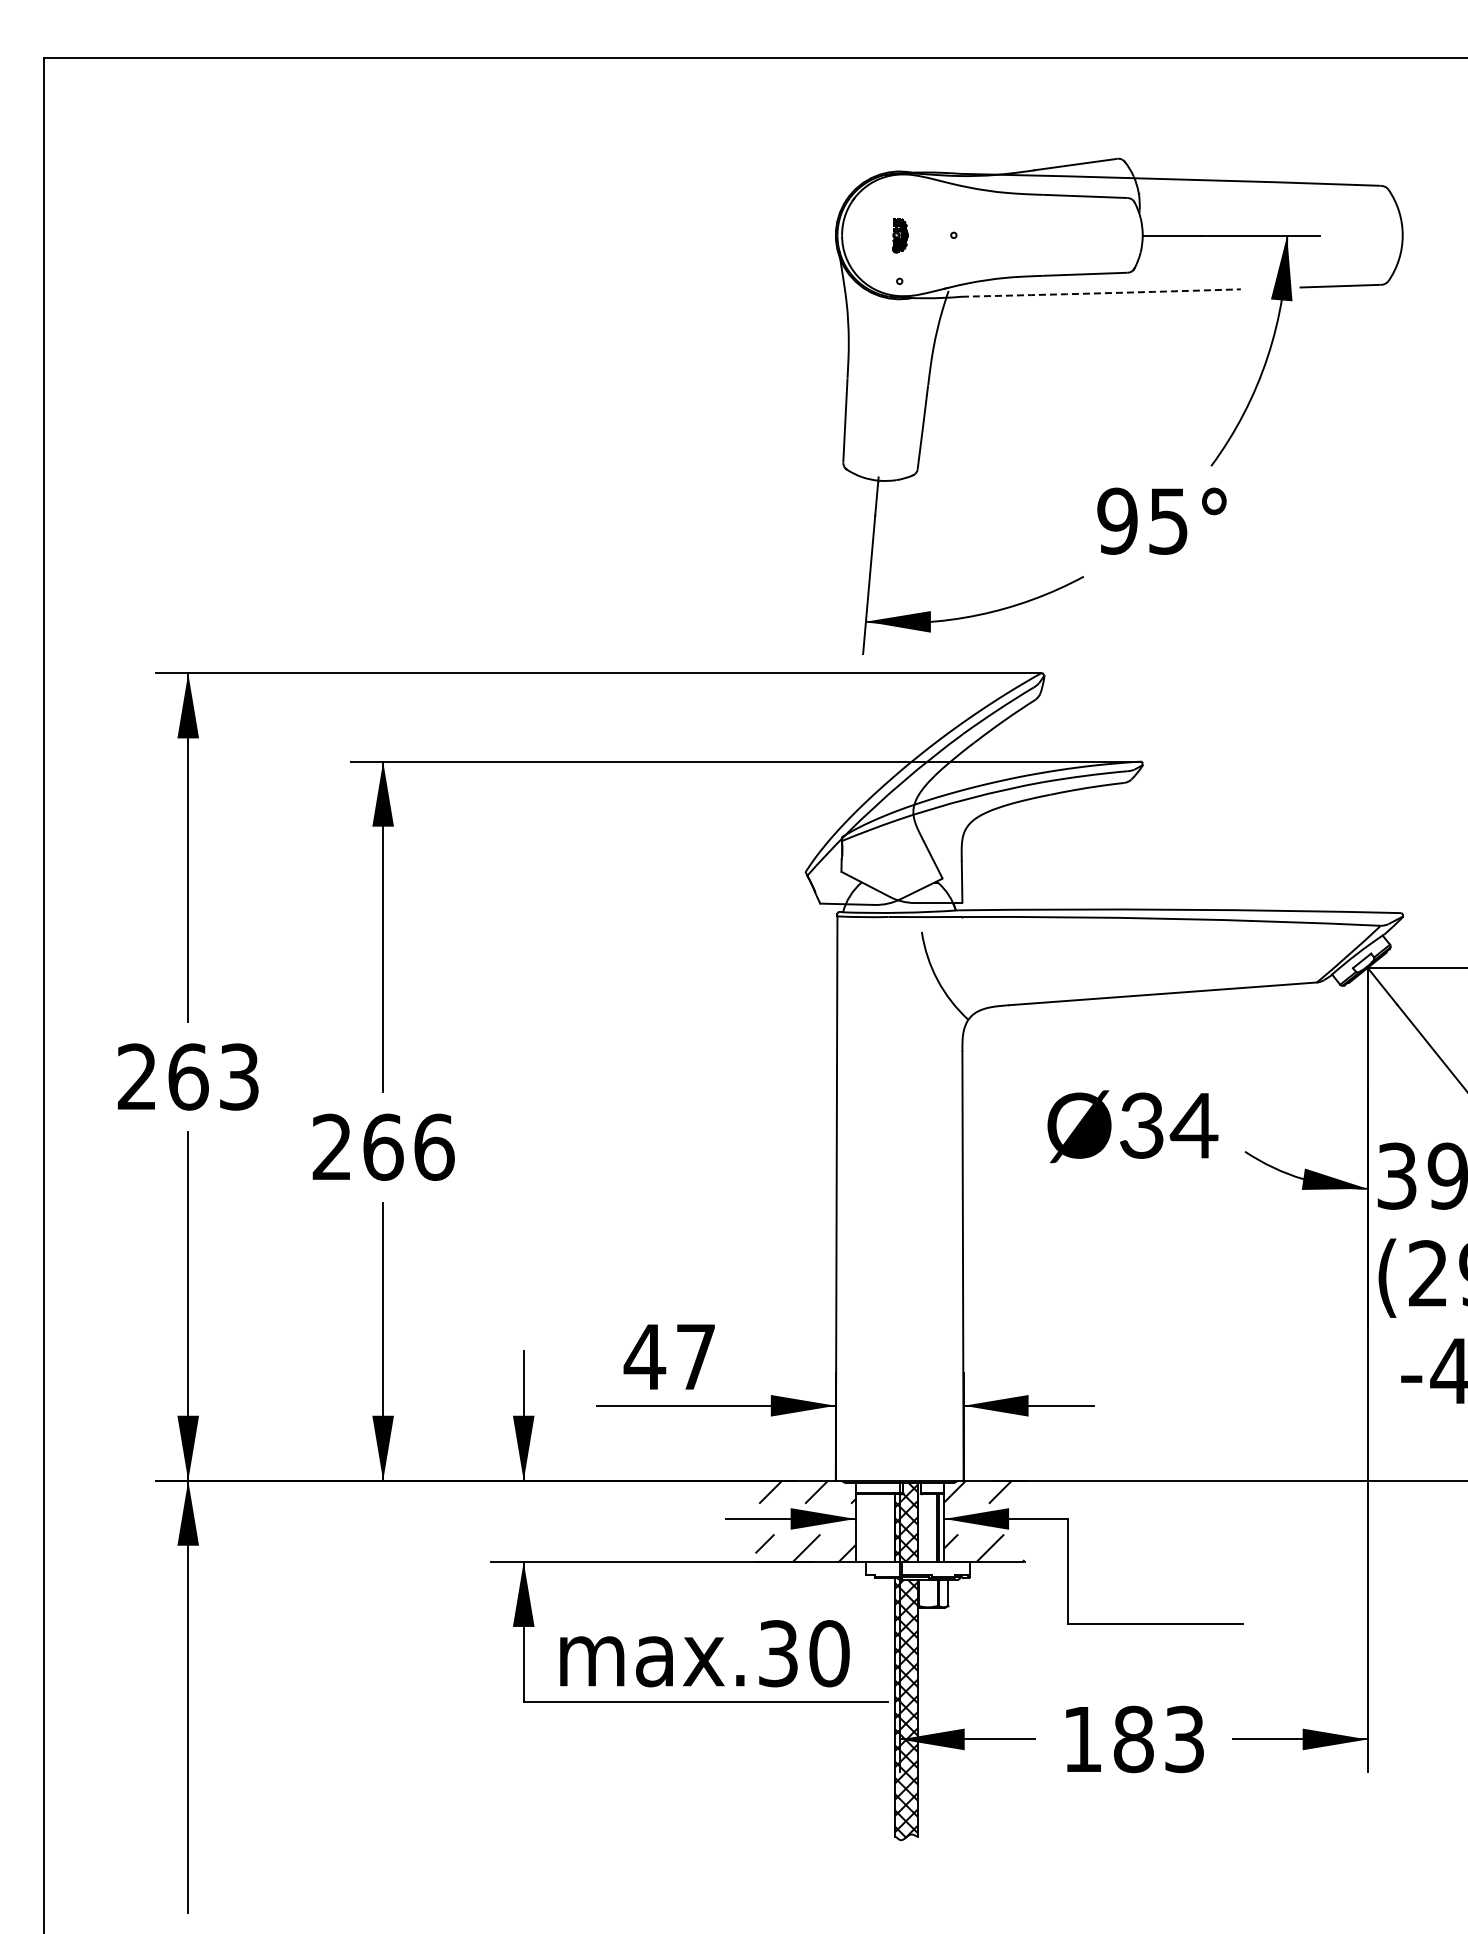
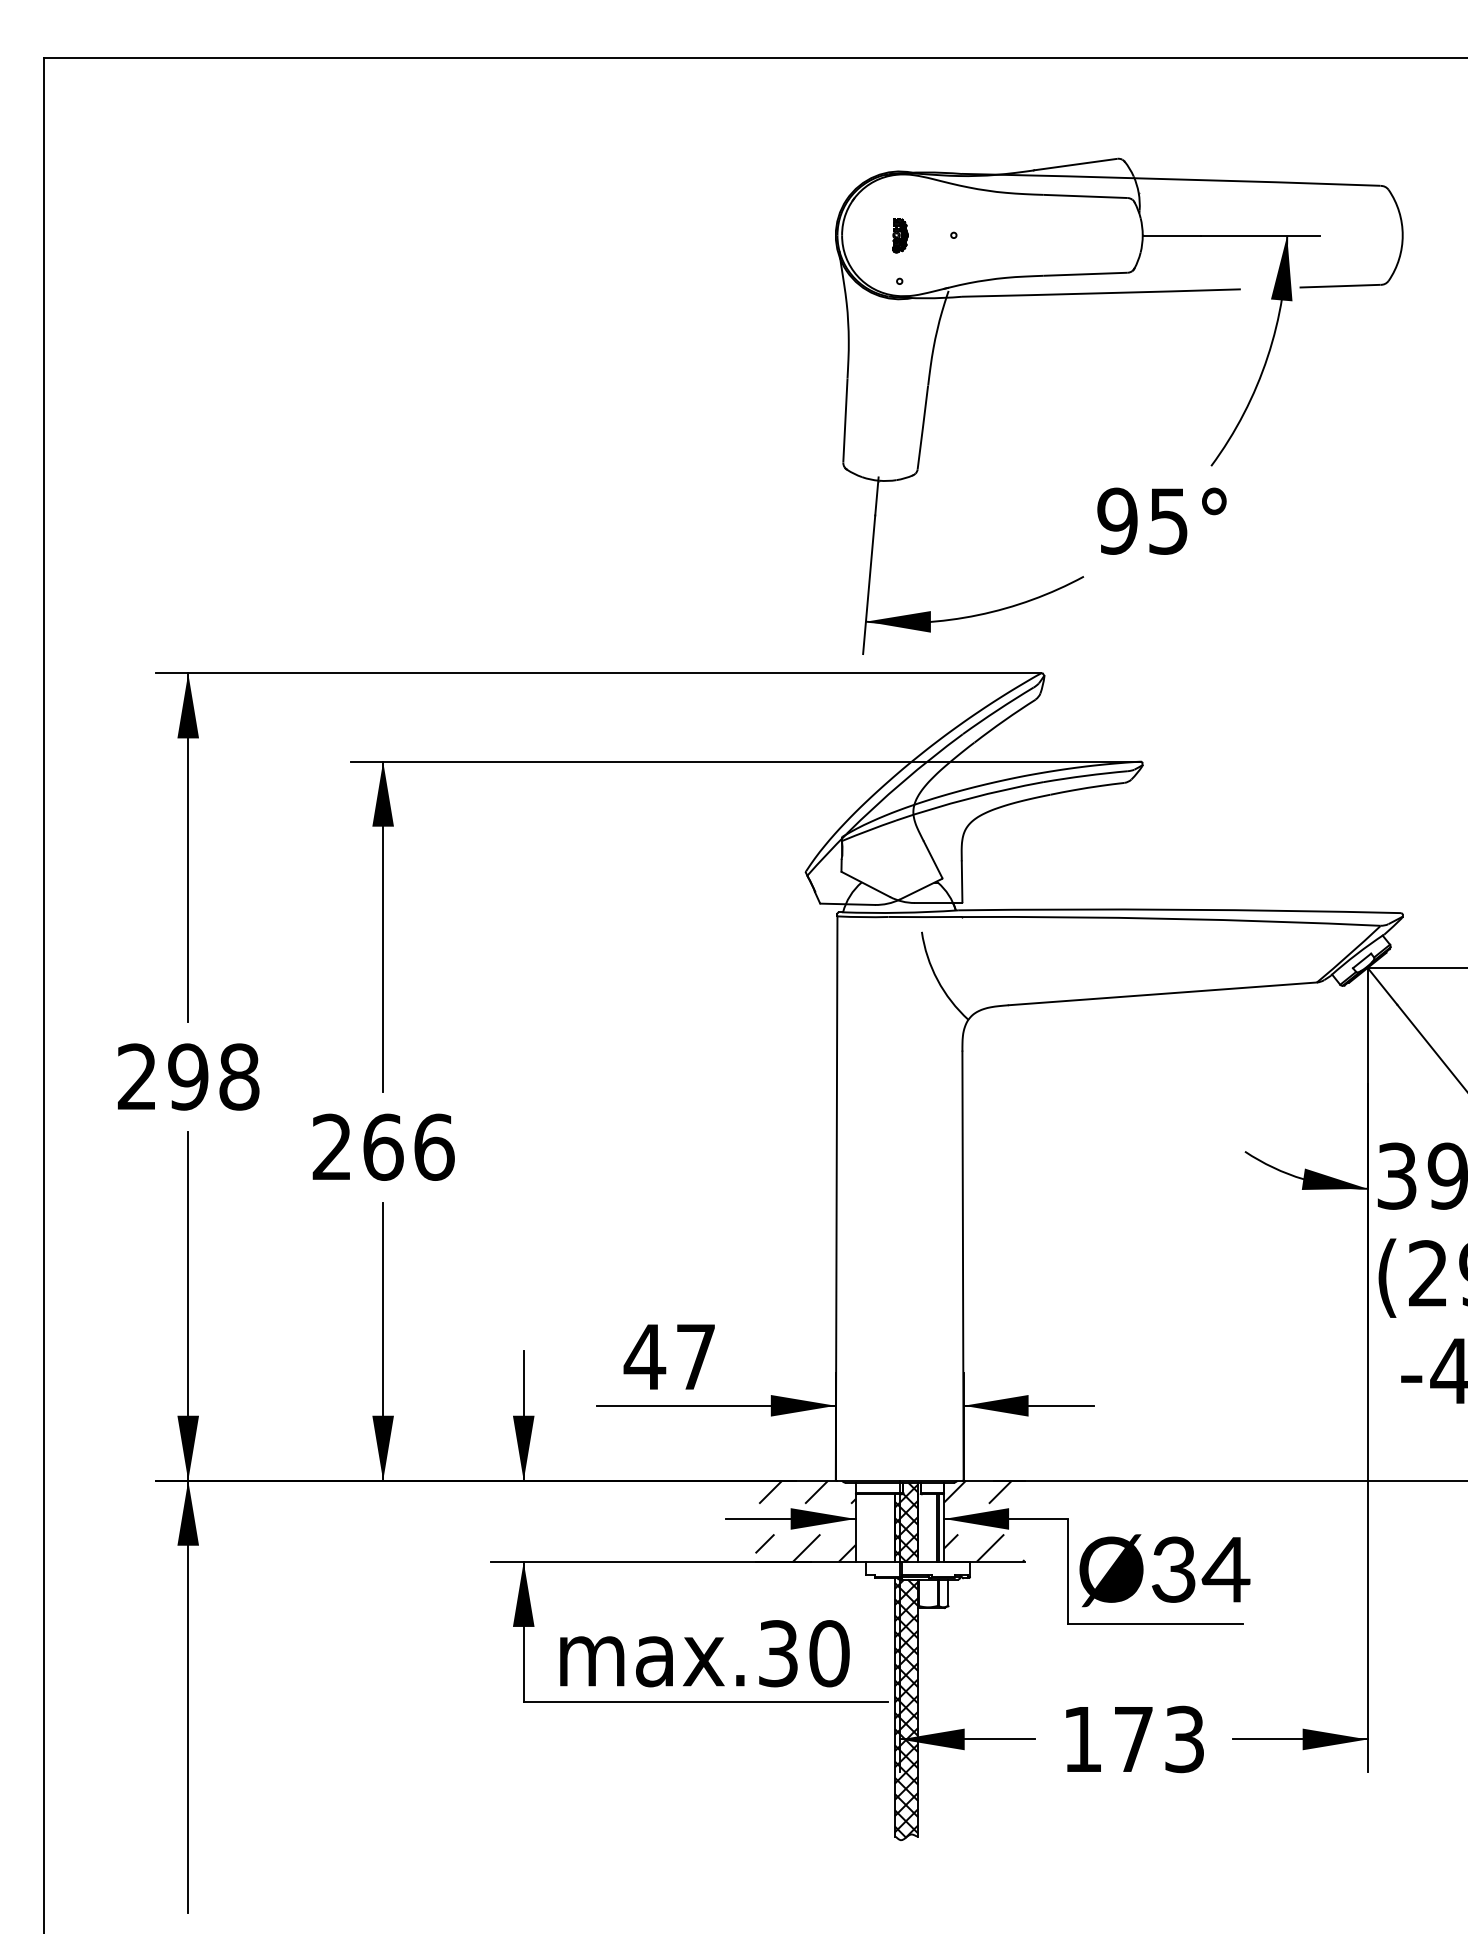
arc at (1101, 293): dashed -> solid
text at (213, 1076): 263 -> 298
text at (1132, 1126) position: (1132, 1126) -> (1164, 1570)
text at (1133, 1739): 183 -> 173
